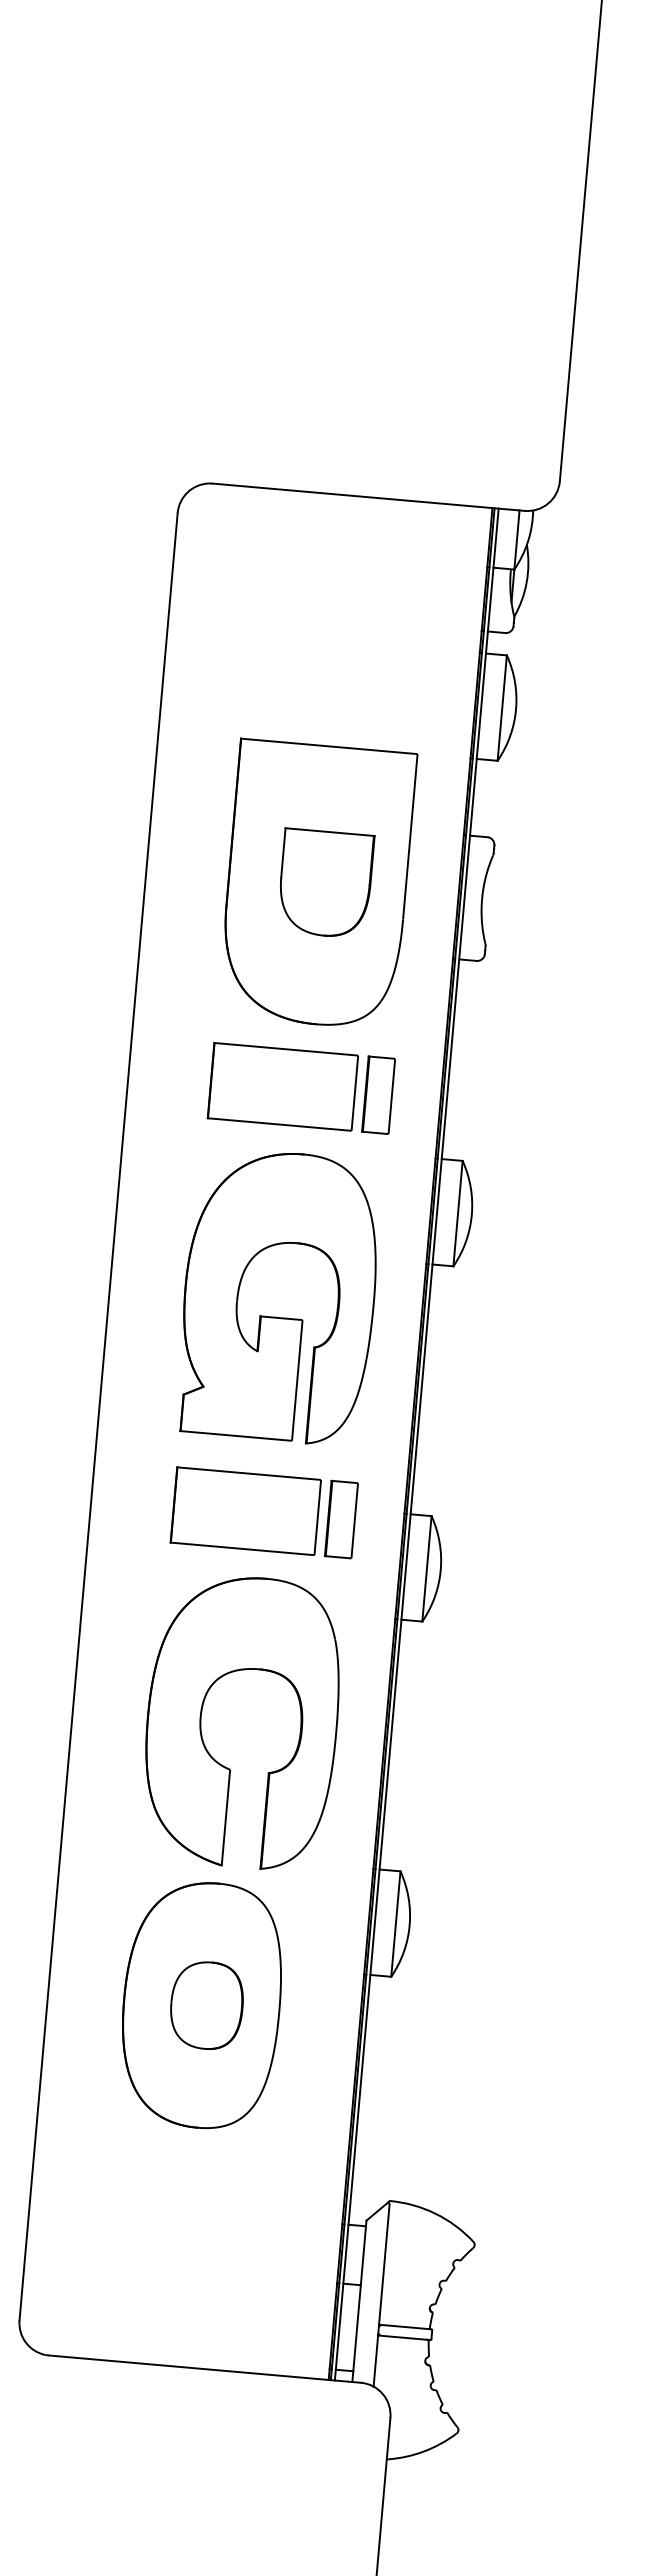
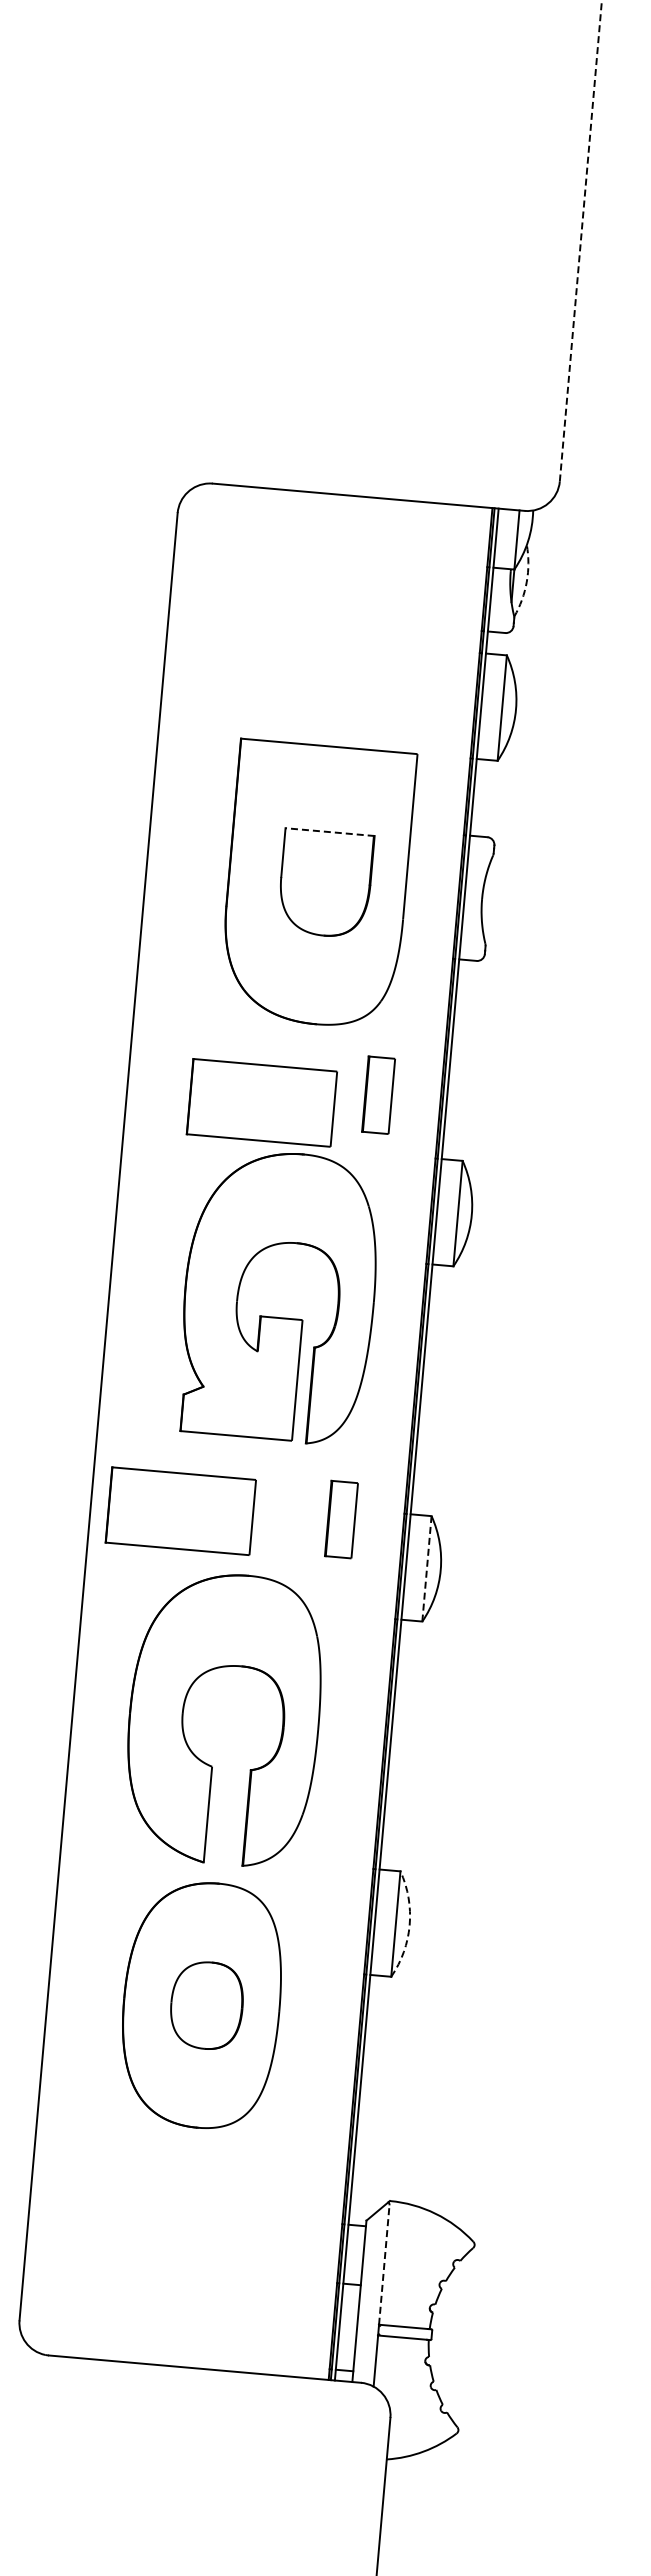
line at (580, 240): solid -> dashed
arc at (526, 582): solid -> dashed
line at (330, 832): solid -> dashed
part at (282, 1086) position: (282, 1086) -> (261, 1102)
part at (245, 1510) position: (245, 1510) -> (180, 1510)
line at (426, 1568): solid -> dashed
part at (201, 1723) position: (201, 1723) -> (183, 1720)
arc at (409, 1925): solid -> dashed
line at (384, 2265): solid -> dashed
